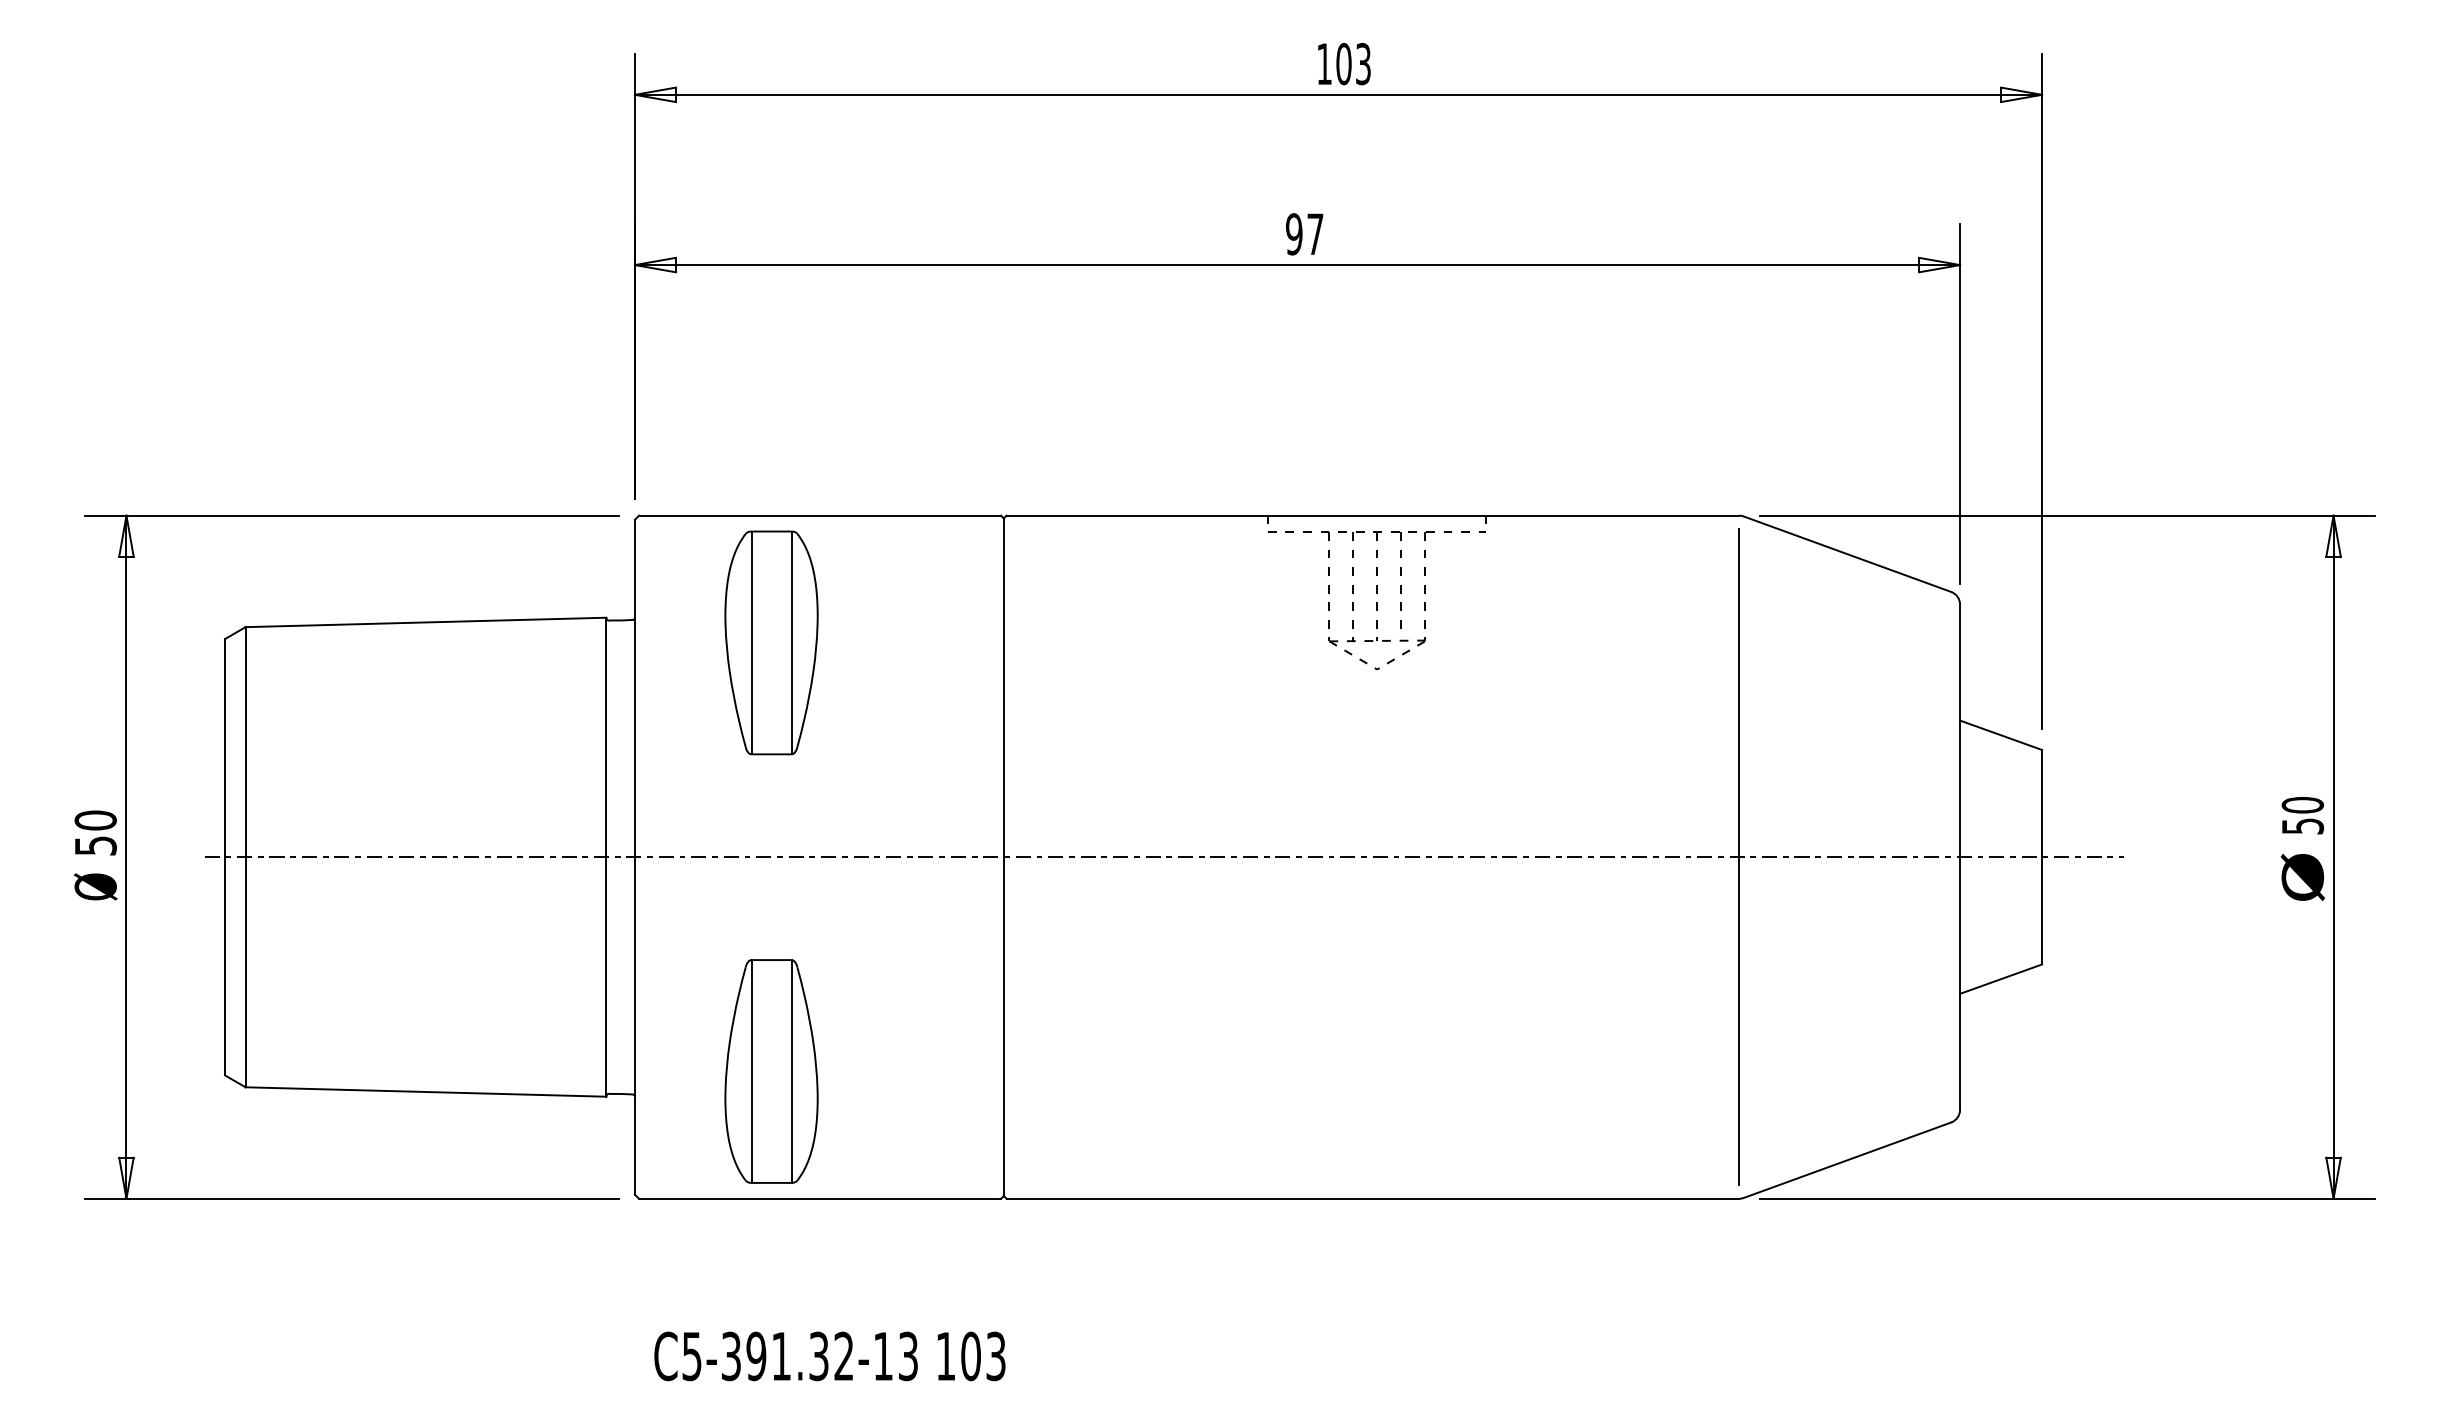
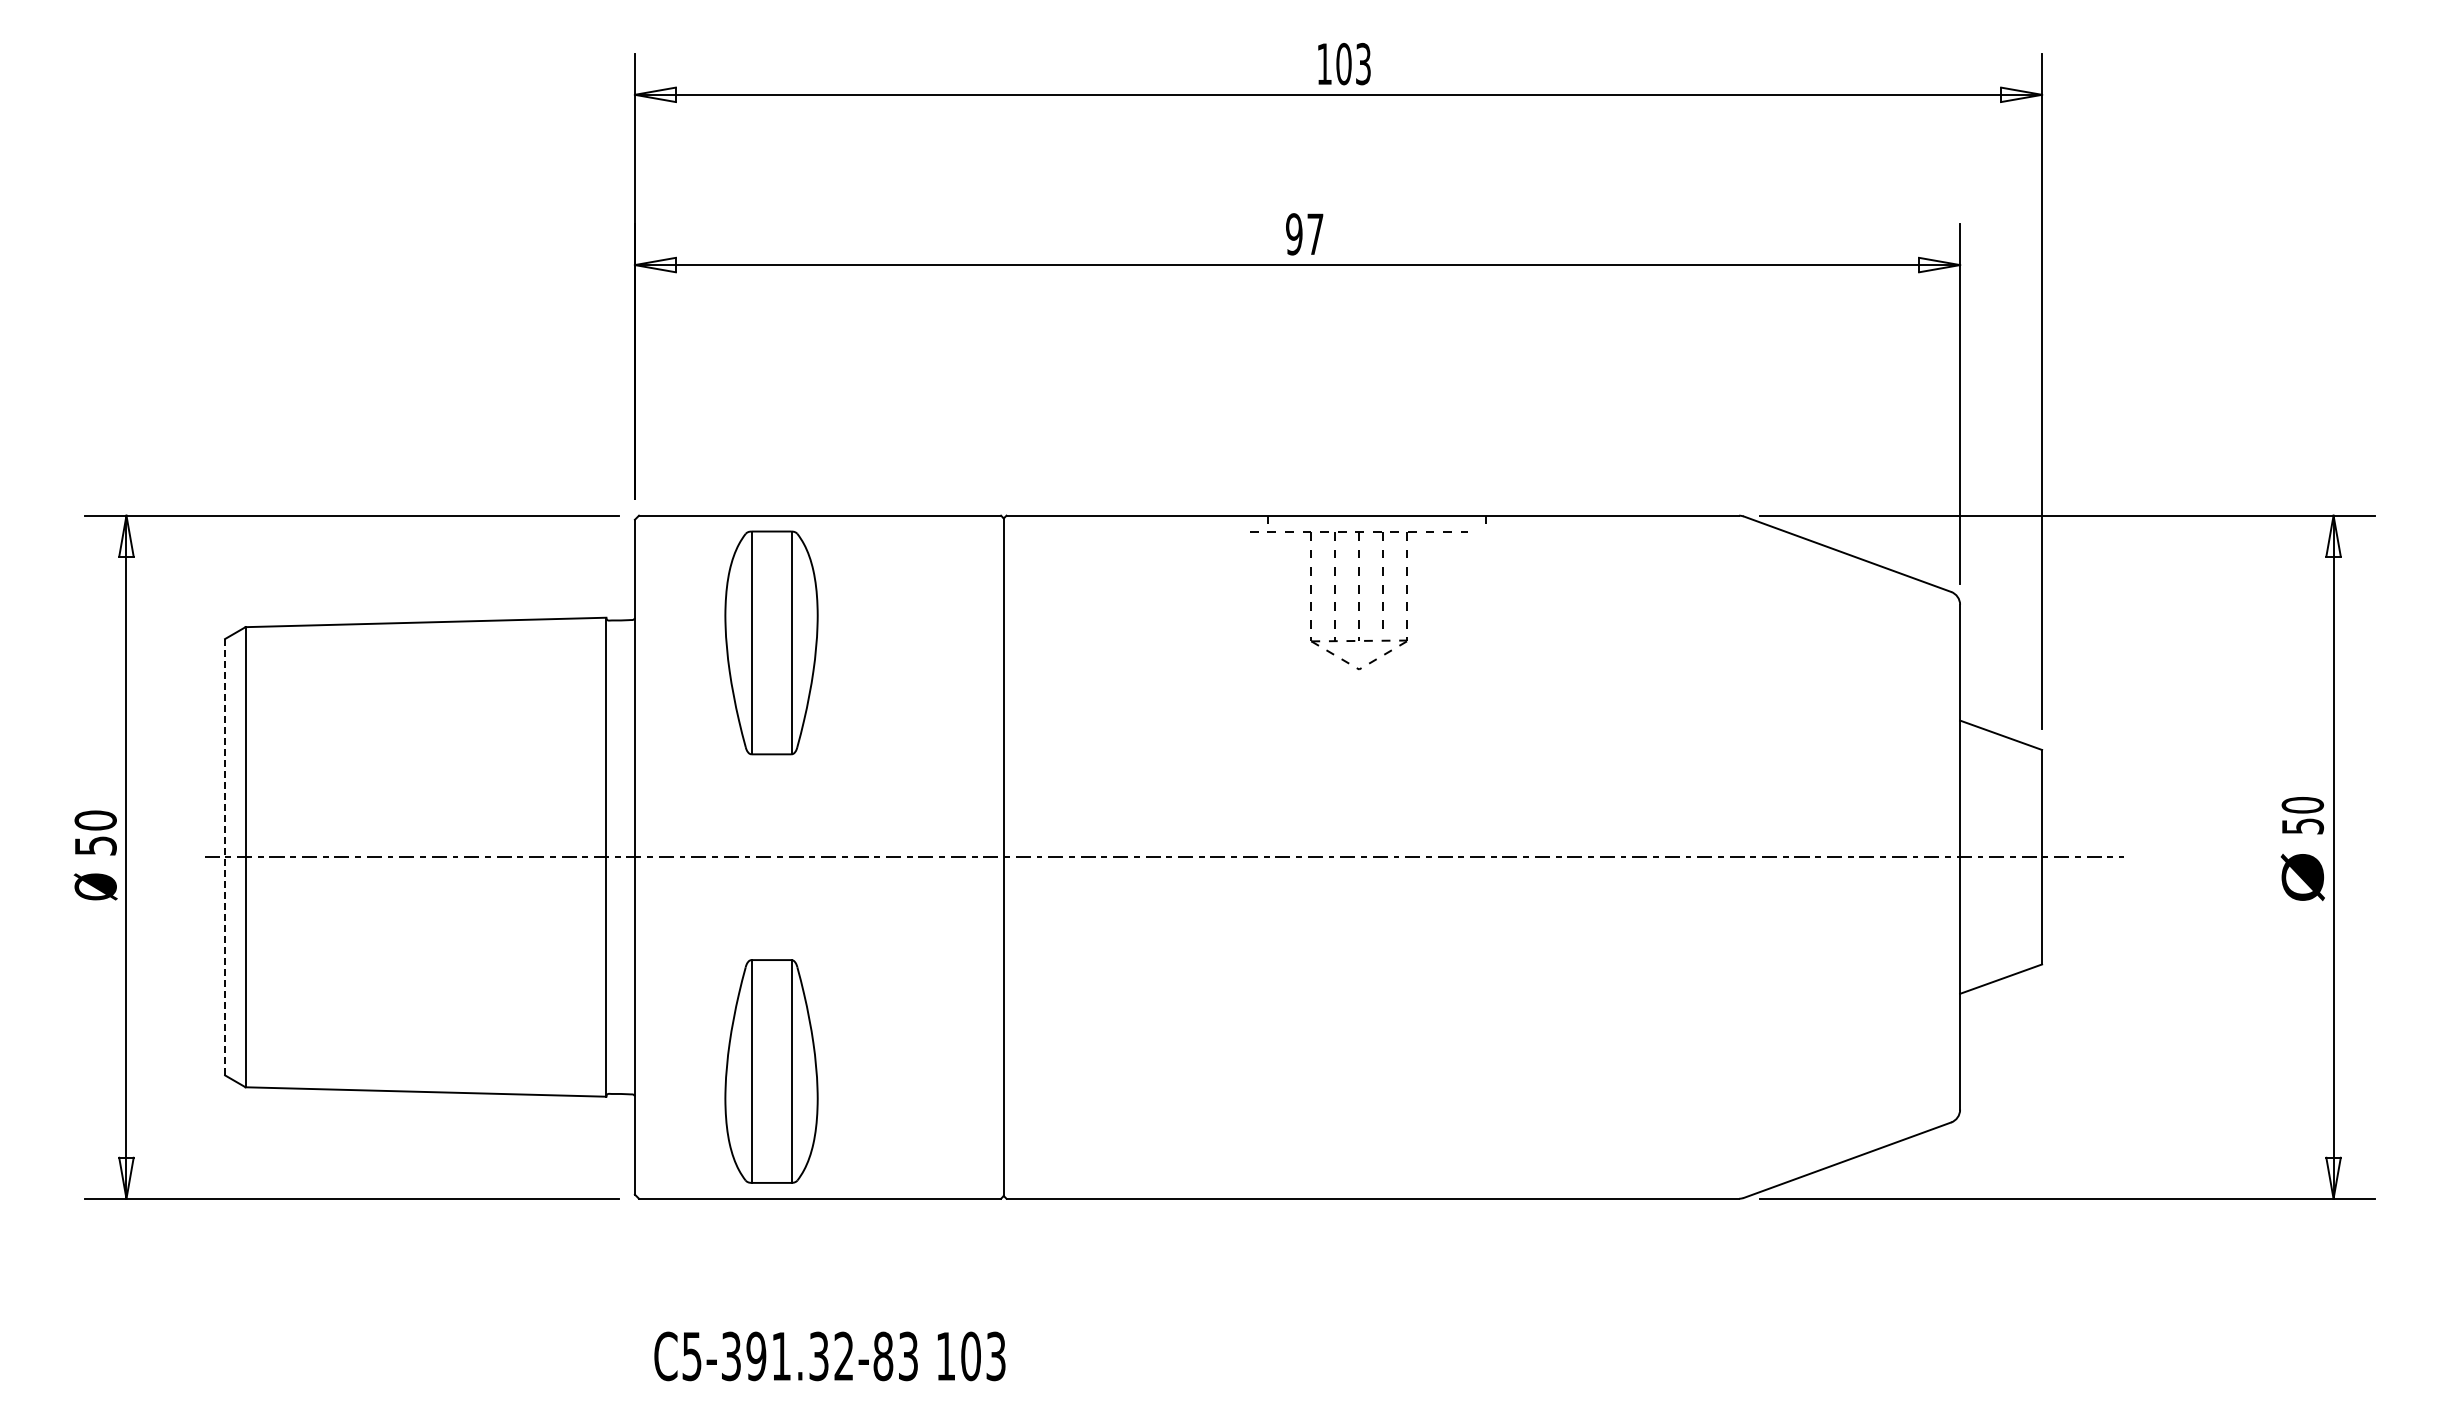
part at (1376, 600) position: (1376, 600) -> (1358, 600)
line at (225, 856): solid -> dashed
line at (1739, 857): present -> none
text at (883, 1356): C5-391.32-13 -> C5-391.32-83
